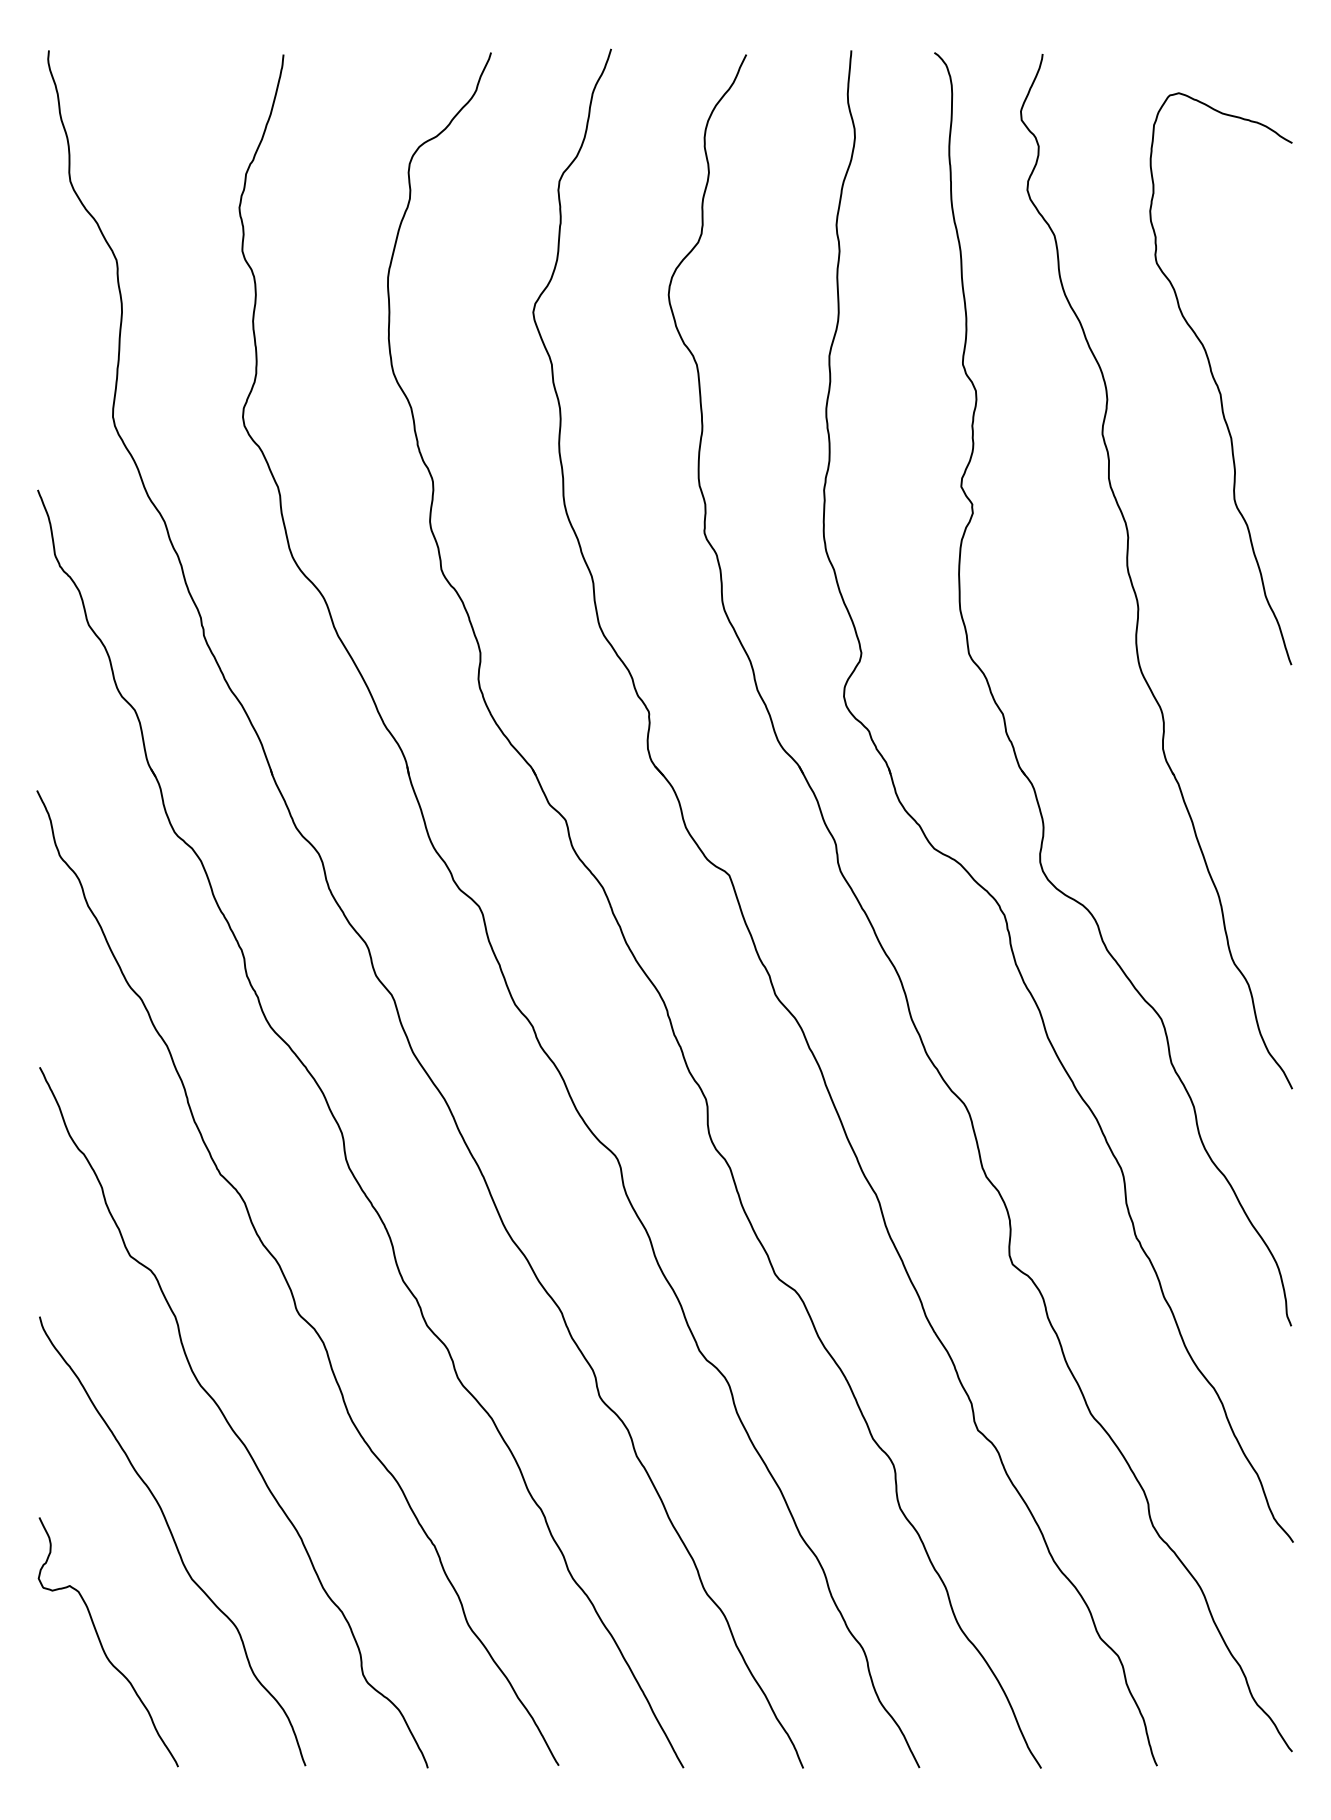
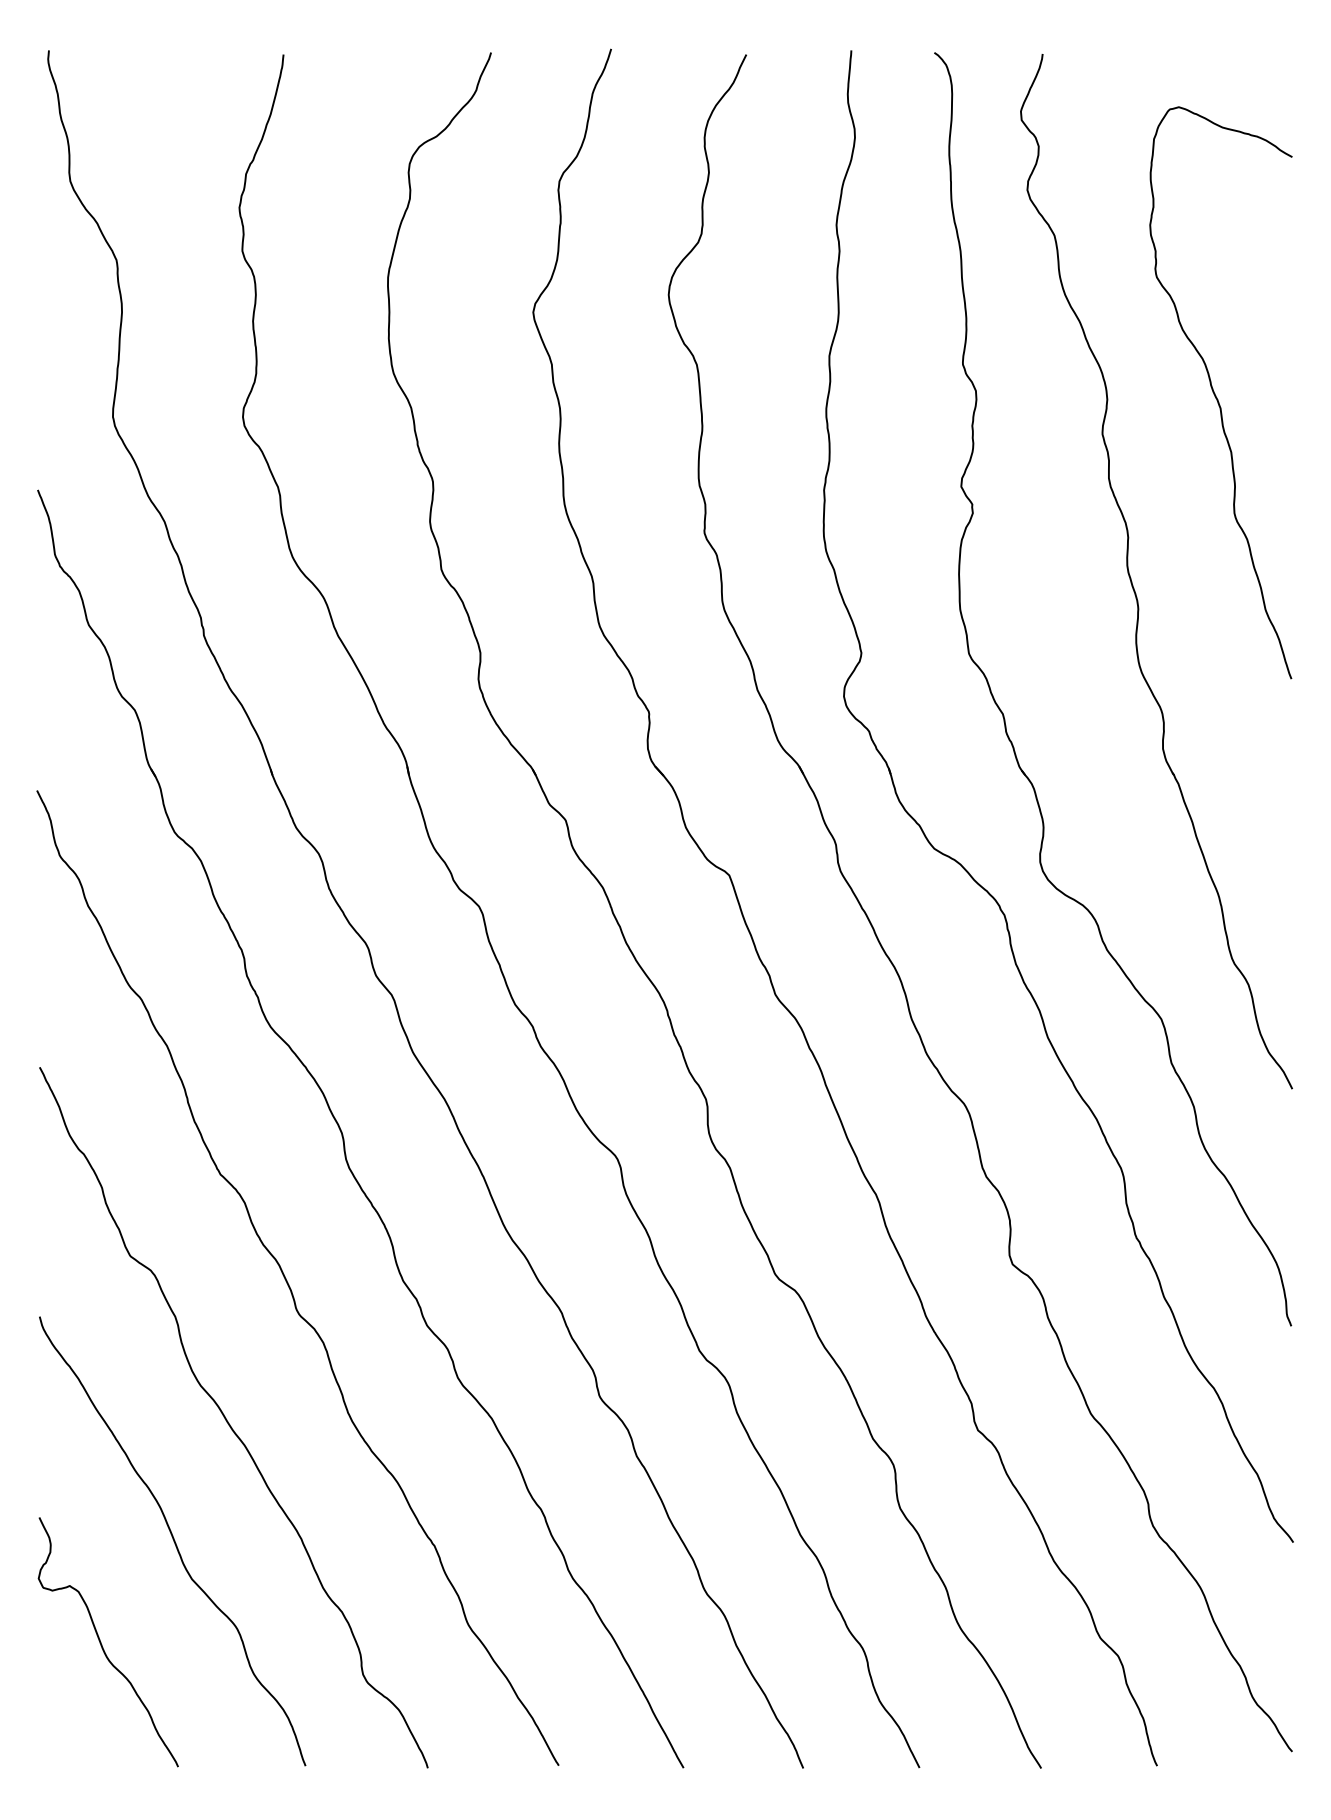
curve at (1216, 381) position: (1216, 381) -> (1216, 395)
